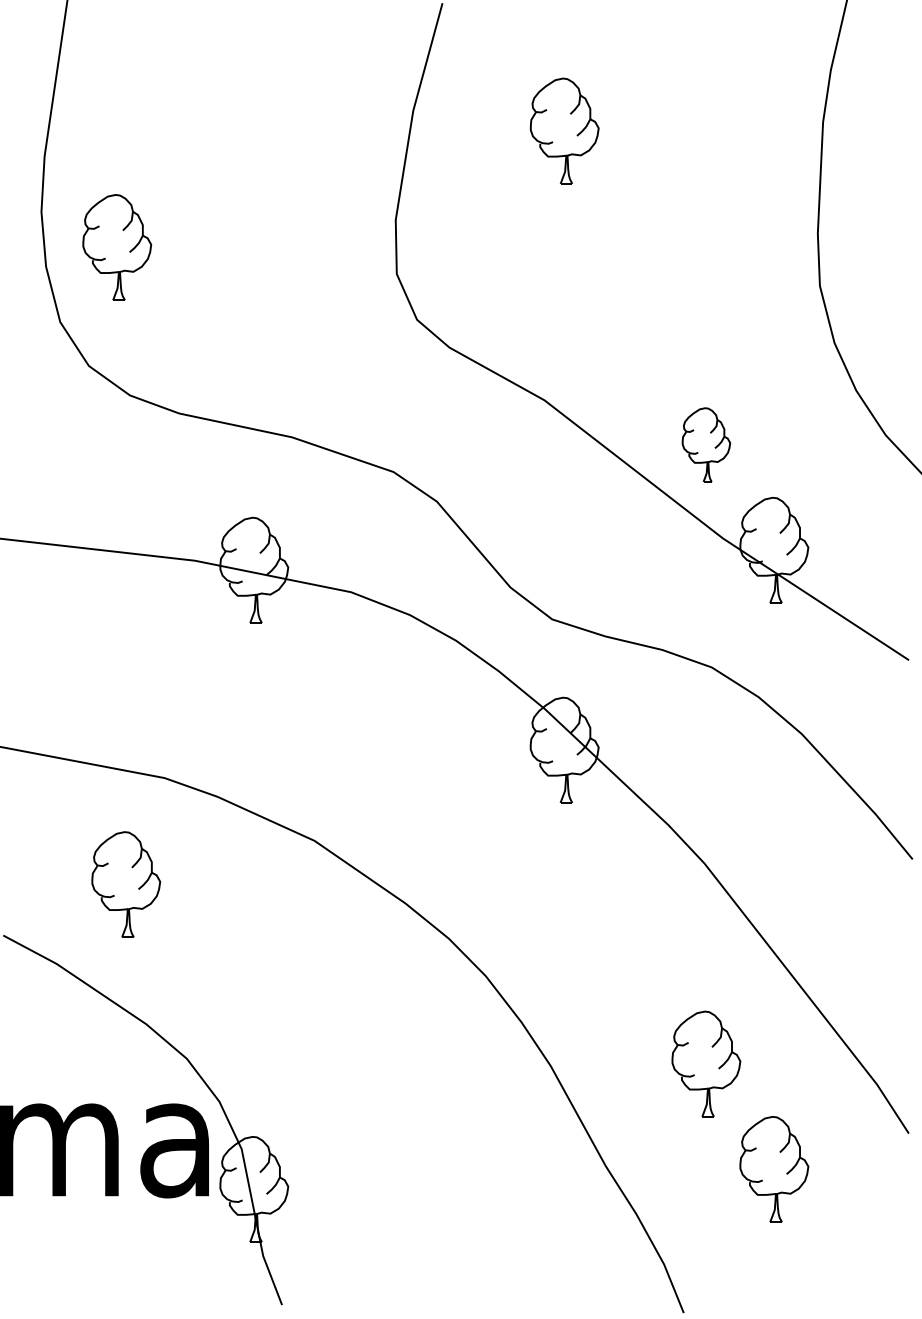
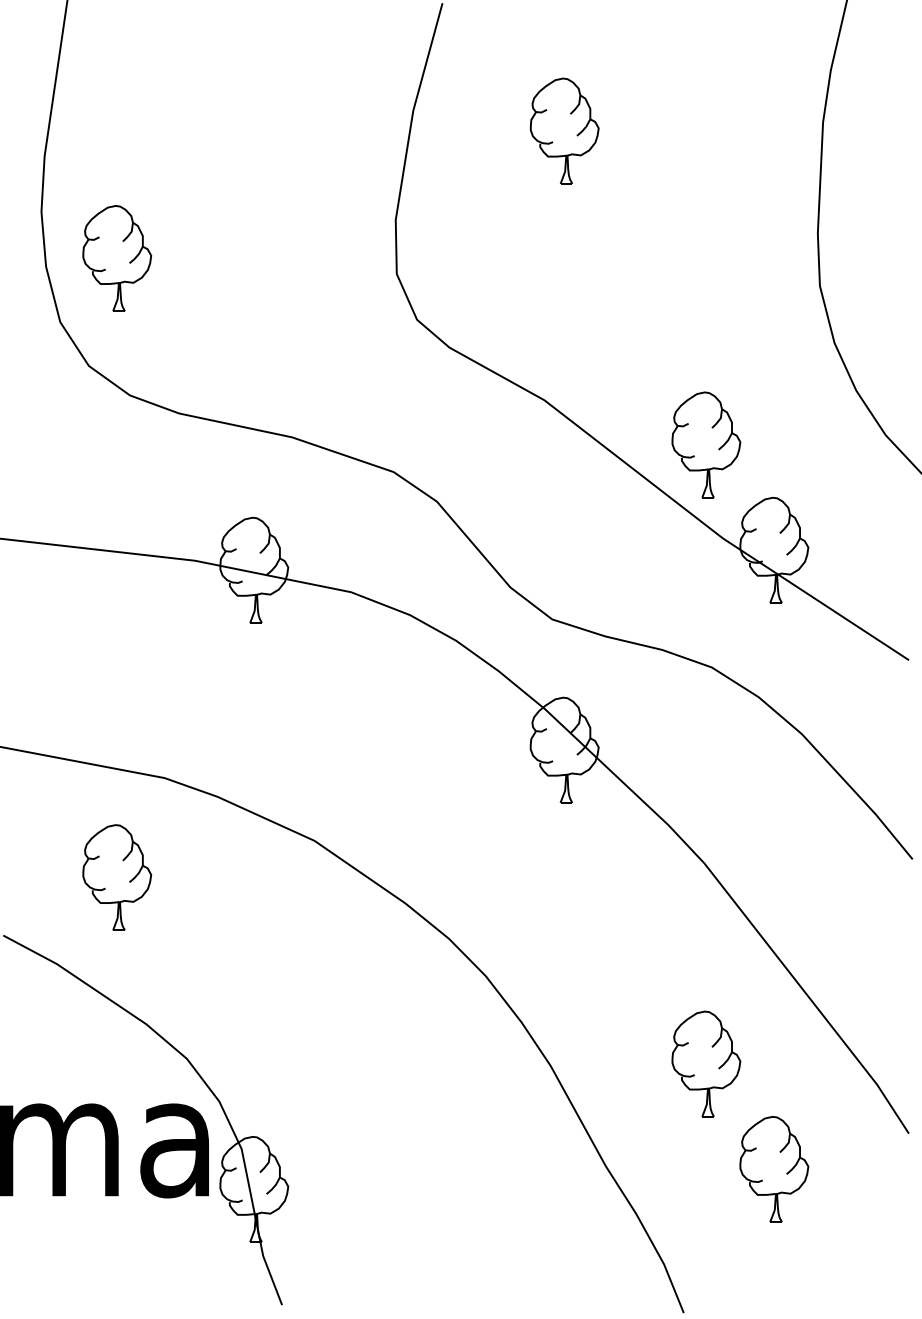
part at (117, 247) position: (117, 247) -> (117, 258)
part at (706, 444) size: 51x76 px -> 71x108 px
part at (126, 884) position: (126, 884) -> (117, 877)
